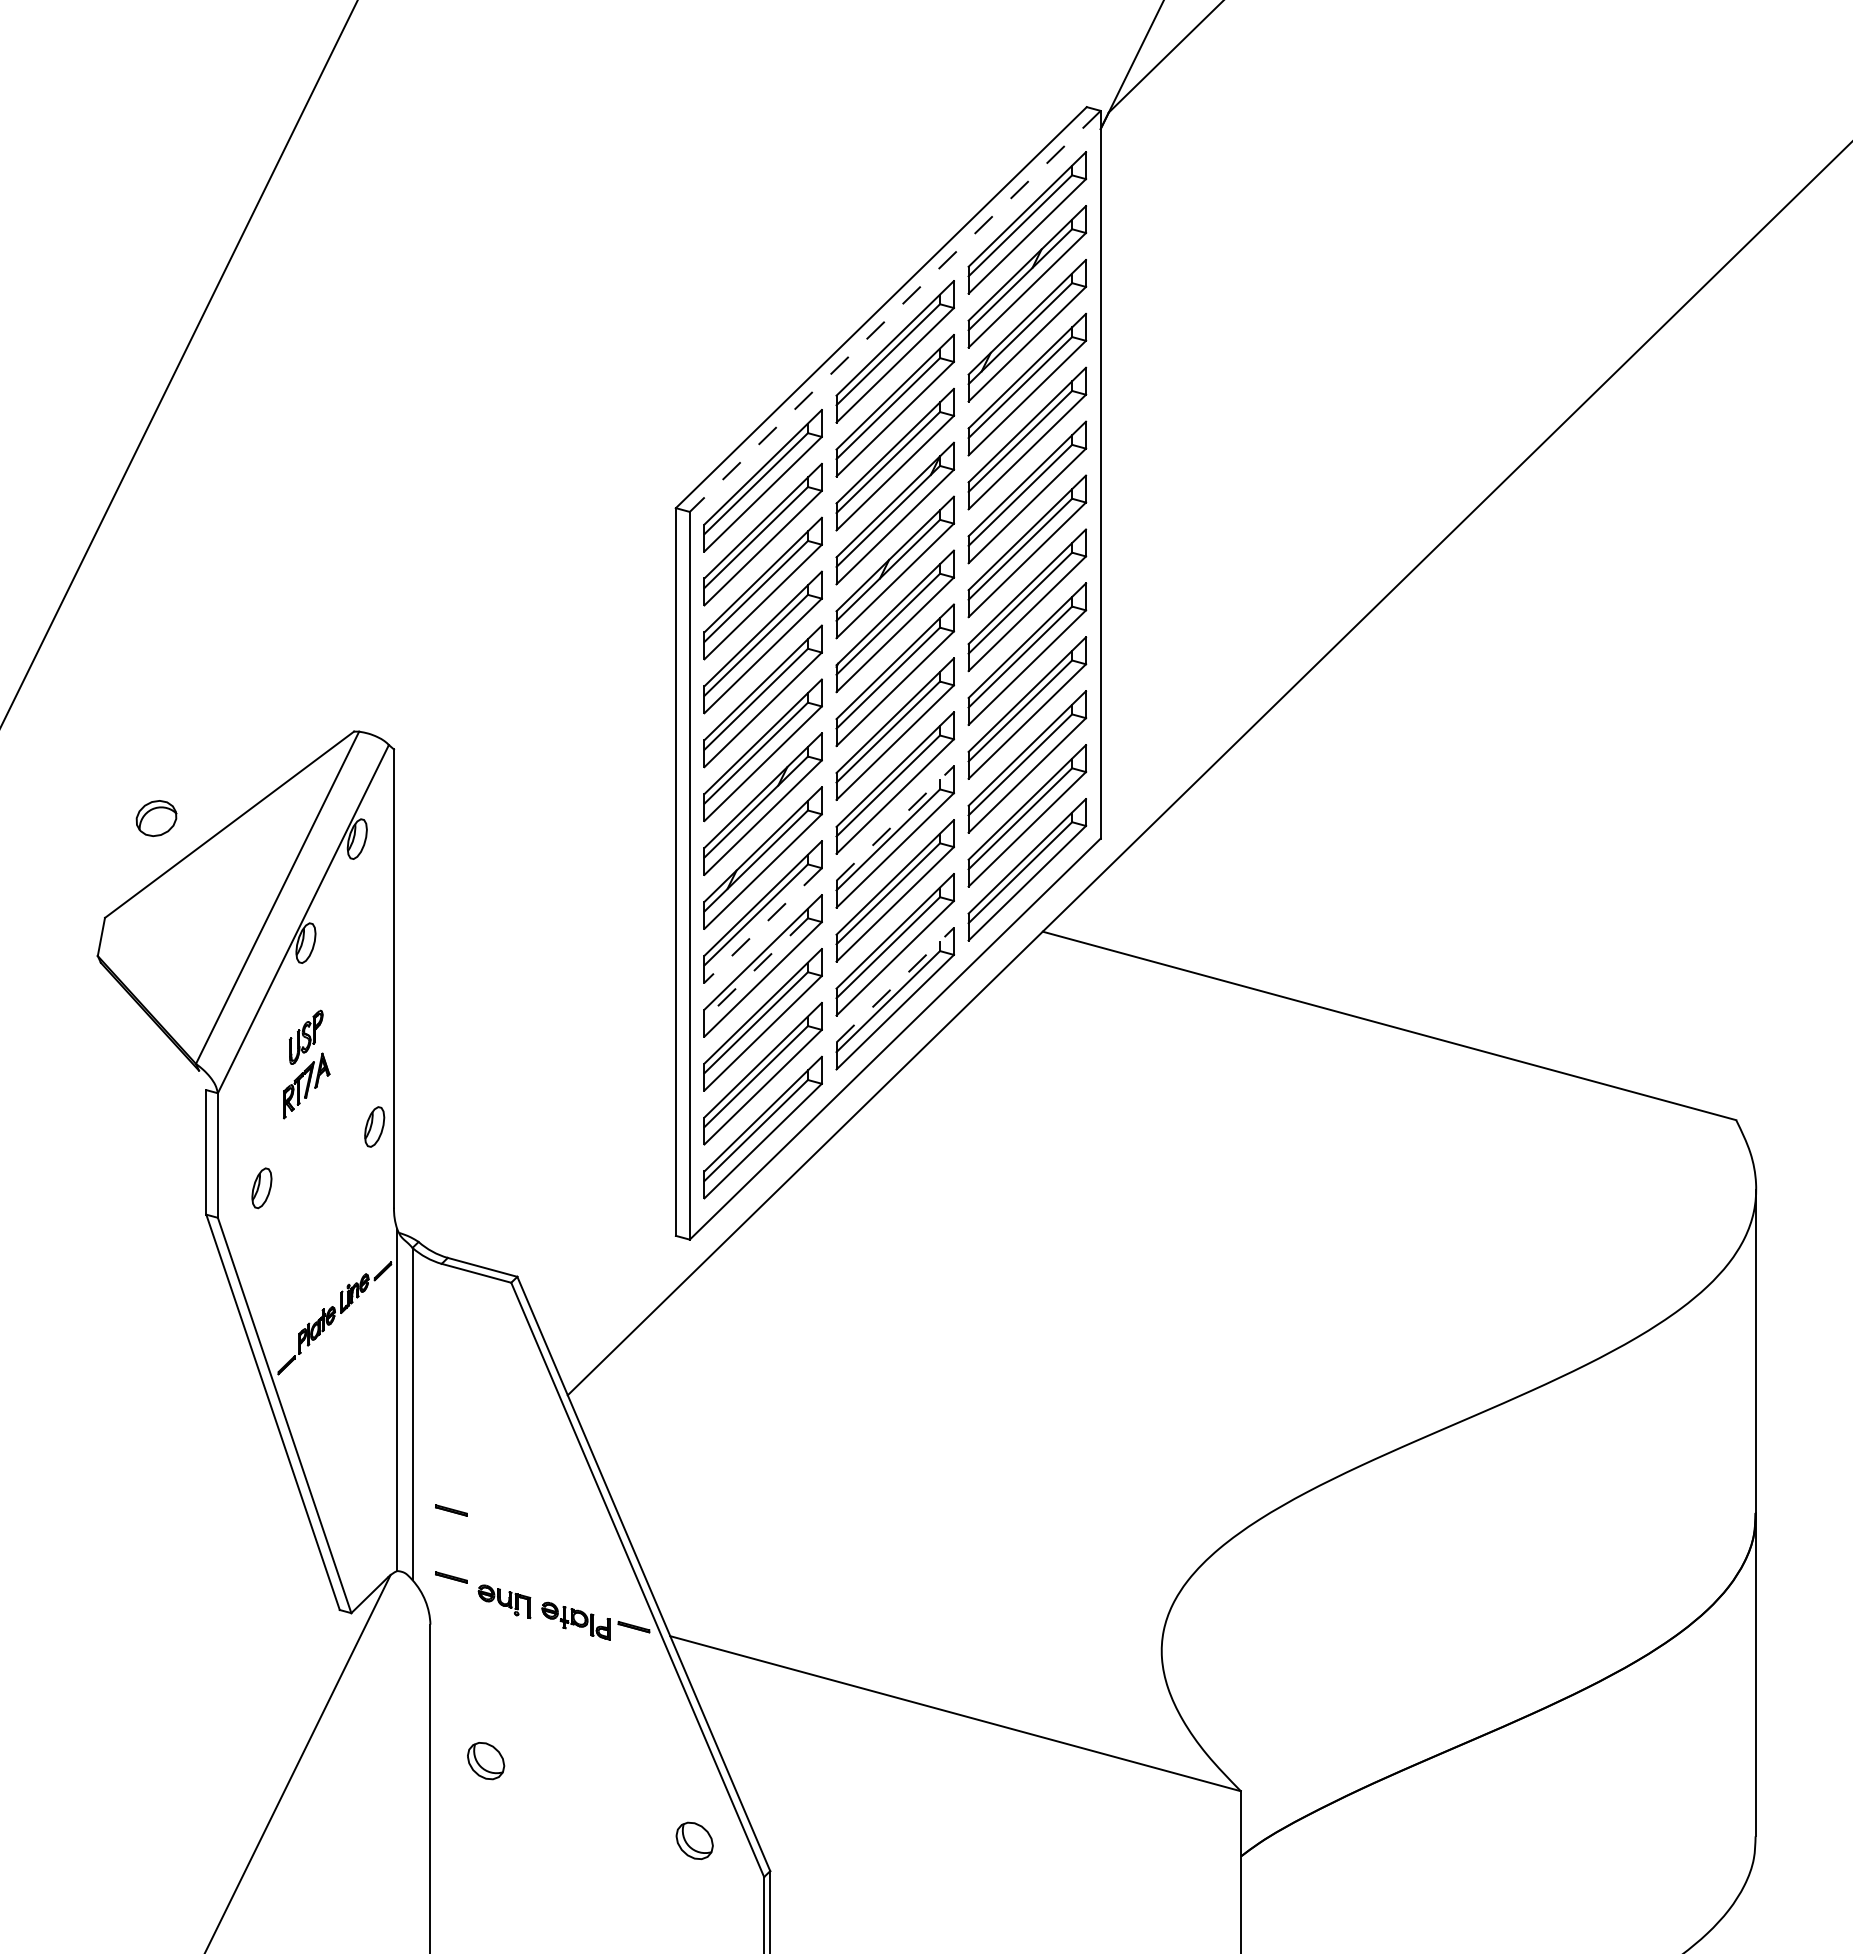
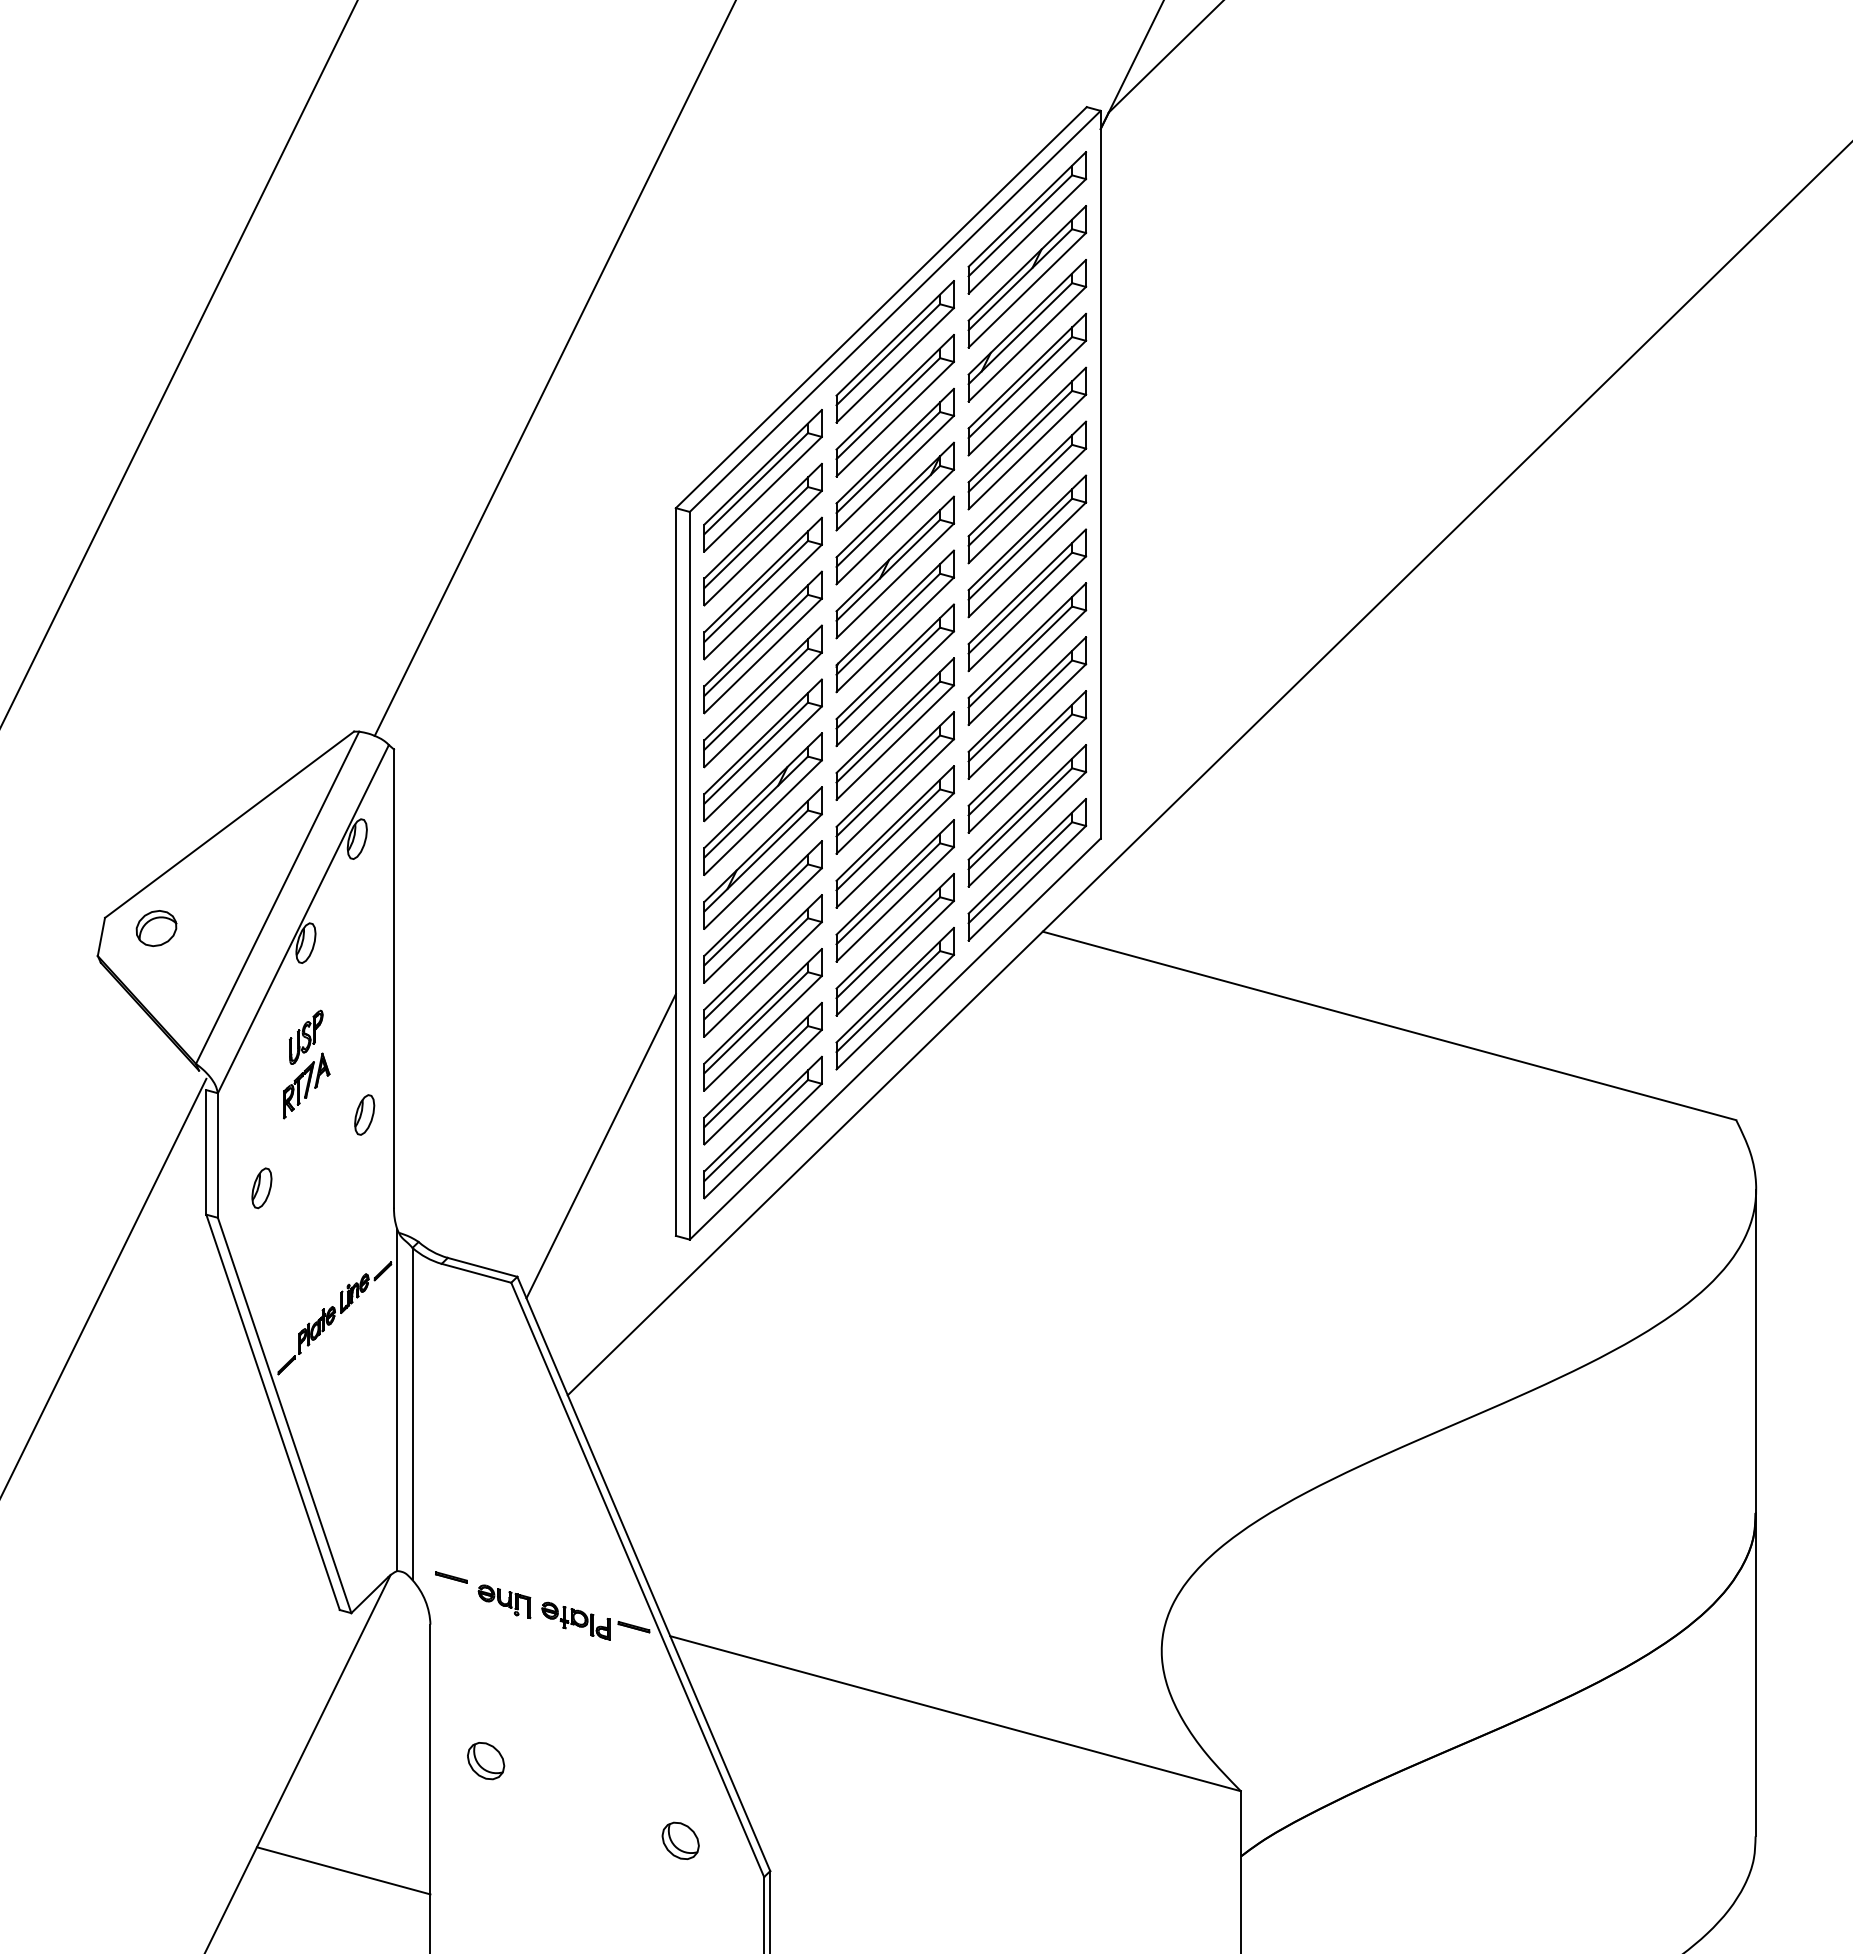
line at (894, 311): dashed -> solid
line at (554, 369): none -> present
part at (156, 818) position: (156, 818) -> (156, 928)
line at (895, 823): dashed -> solid
line at (762, 925): dashed -> solid
line at (755, 969): dashed -> solid
line at (895, 984): dashed -> solid
part at (374, 1126) position: (374, 1126) -> (364, 1114)
line at (600, 1146): none -> present
line at (104, 1286): none -> present
part at (451, 1510): present -> none
part at (694, 1840) position: (694, 1840) -> (680, 1840)
line at (343, 1870): none -> present
